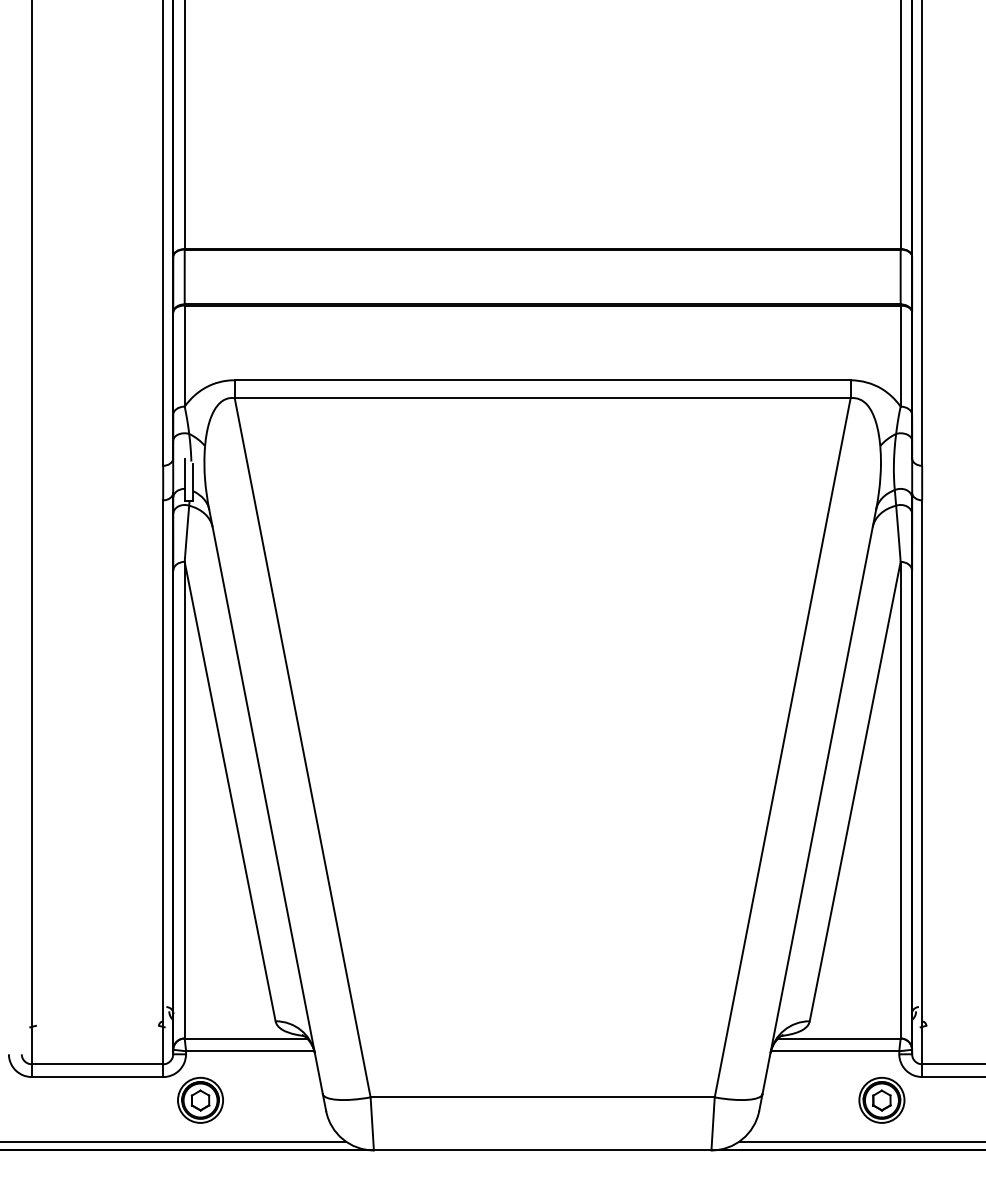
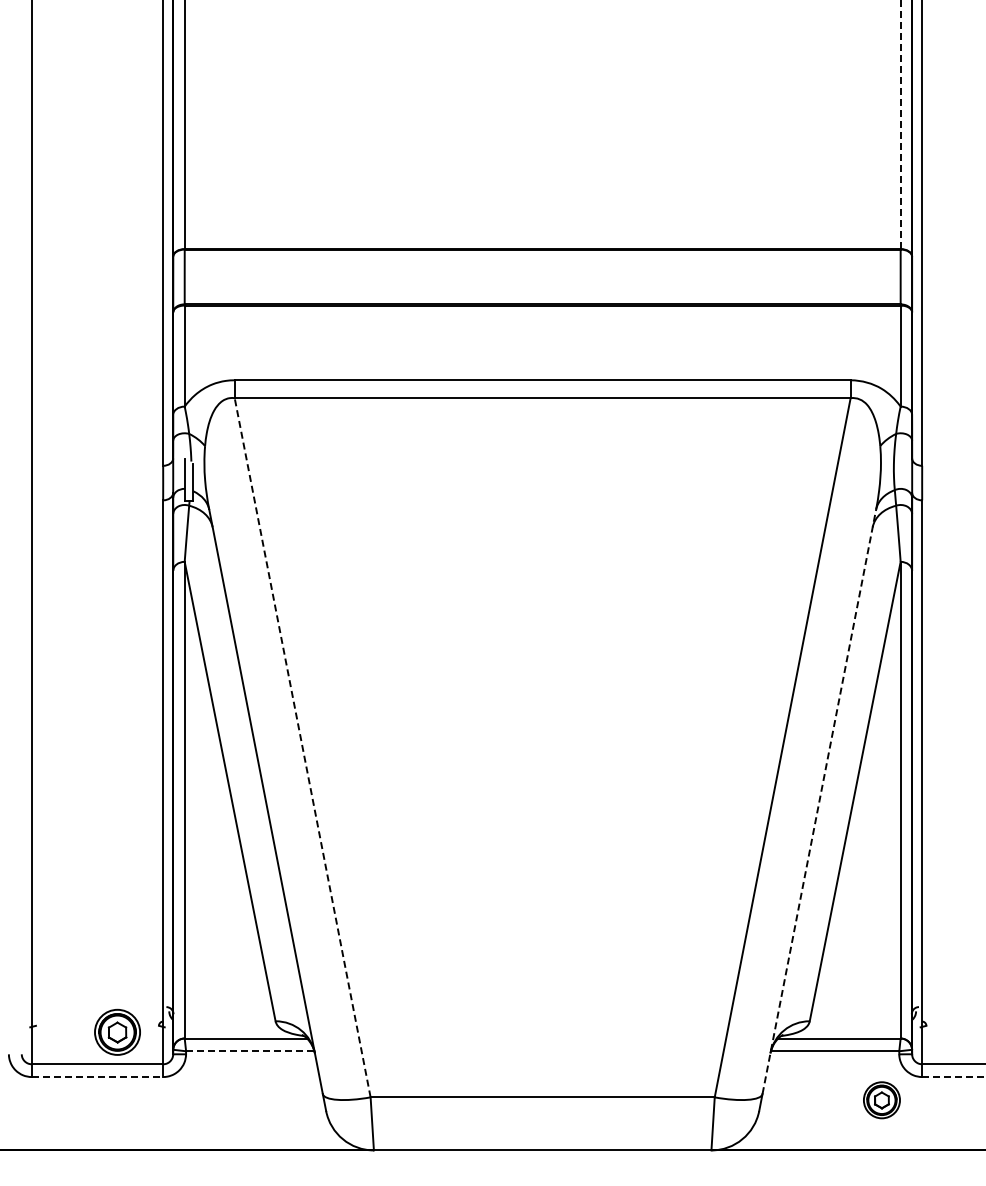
line at (900, 124): solid -> dashed
line at (302, 747): solid -> dashed
line at (819, 801): solid -> dashed
line at (250, 1051): solid -> dashed
line at (97, 1077): solid -> dashed
line at (954, 1077): solid -> dashed
part at (200, 1099) position: (200, 1099) -> (117, 1031)
part at (881, 1099) size: 48x48 px -> 38x39 px
line at (174, 1141): present -> none
line at (860, 1141): present -> none
